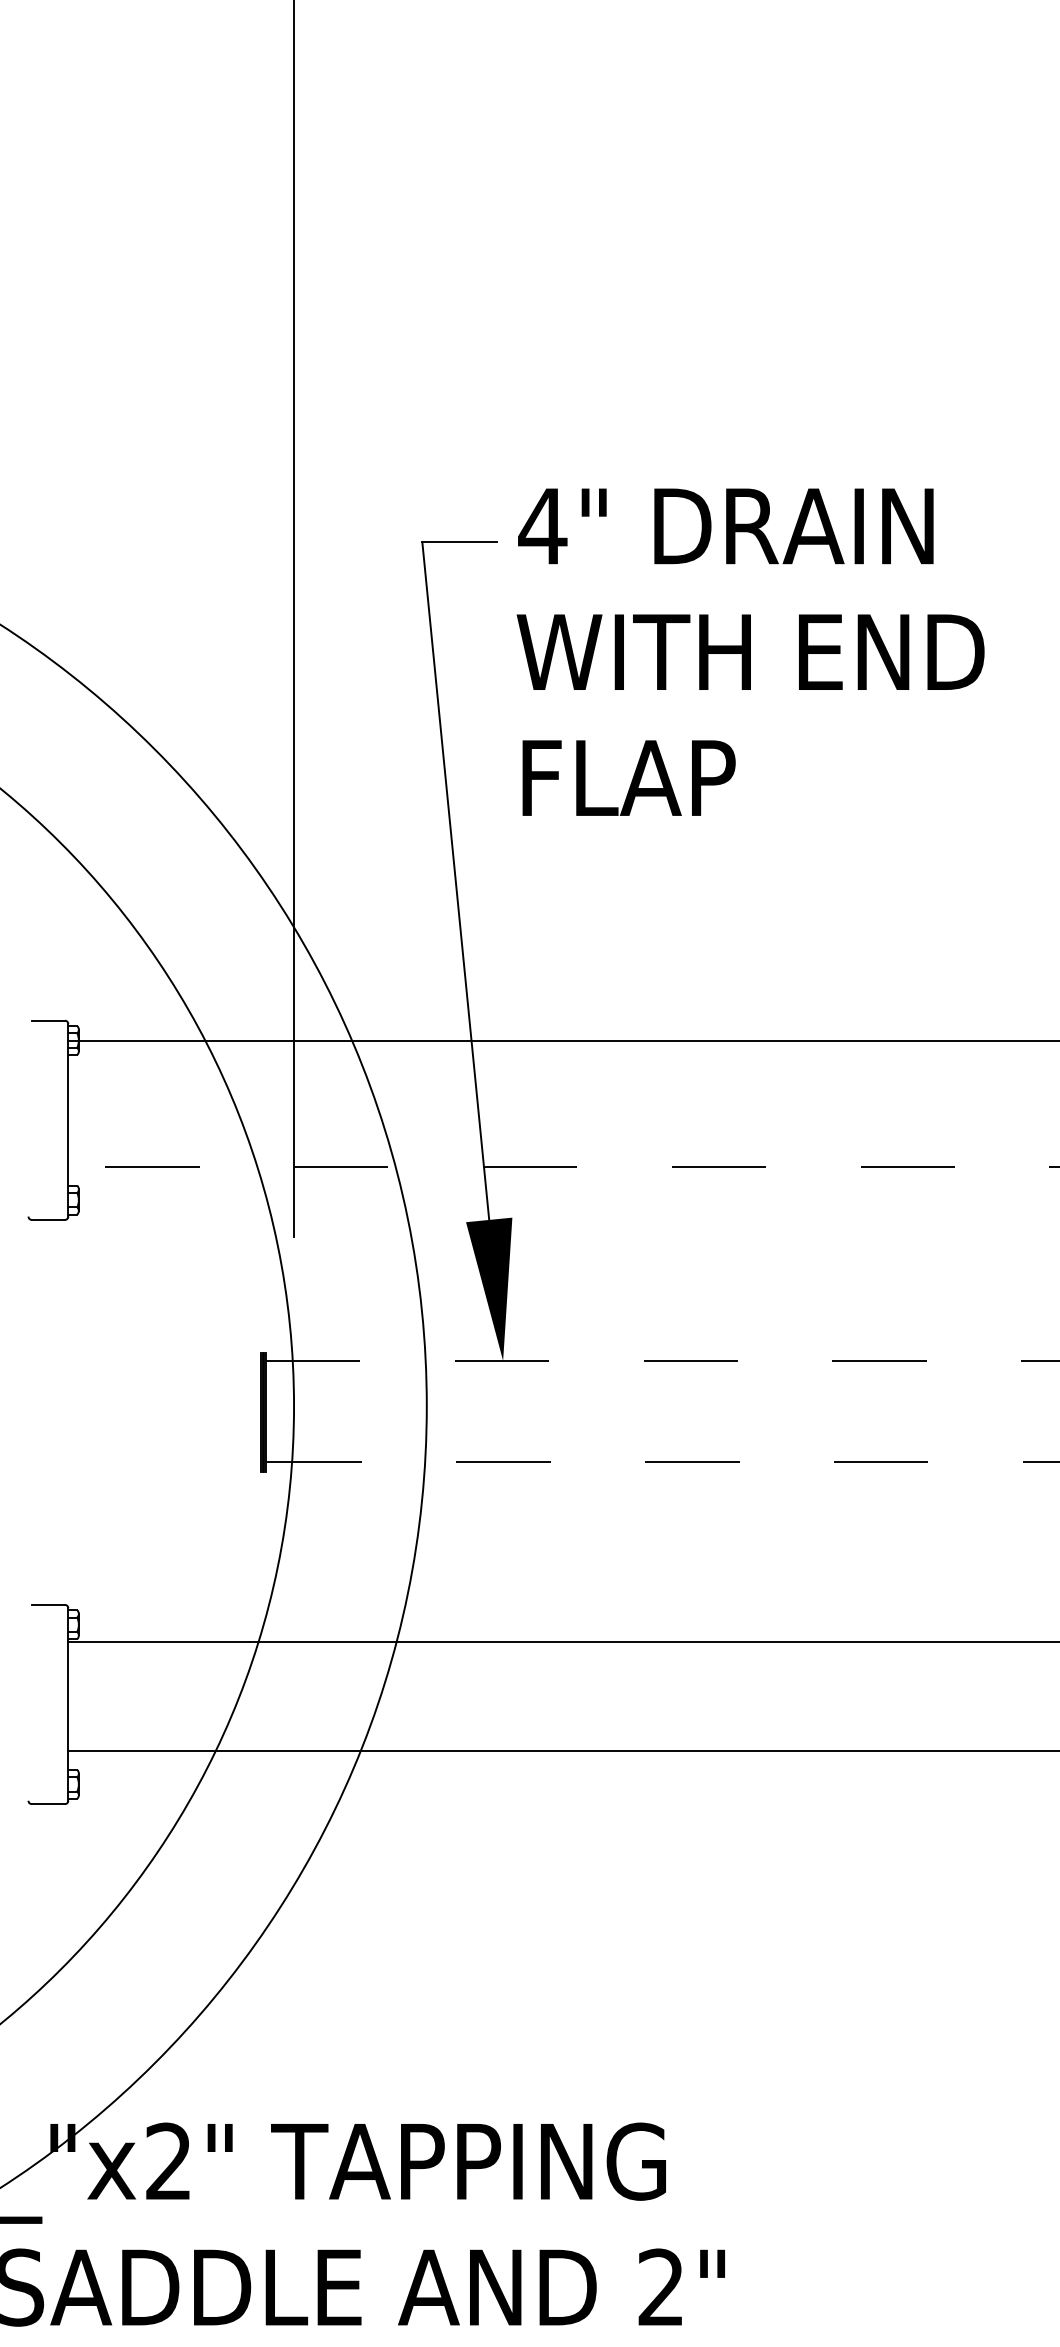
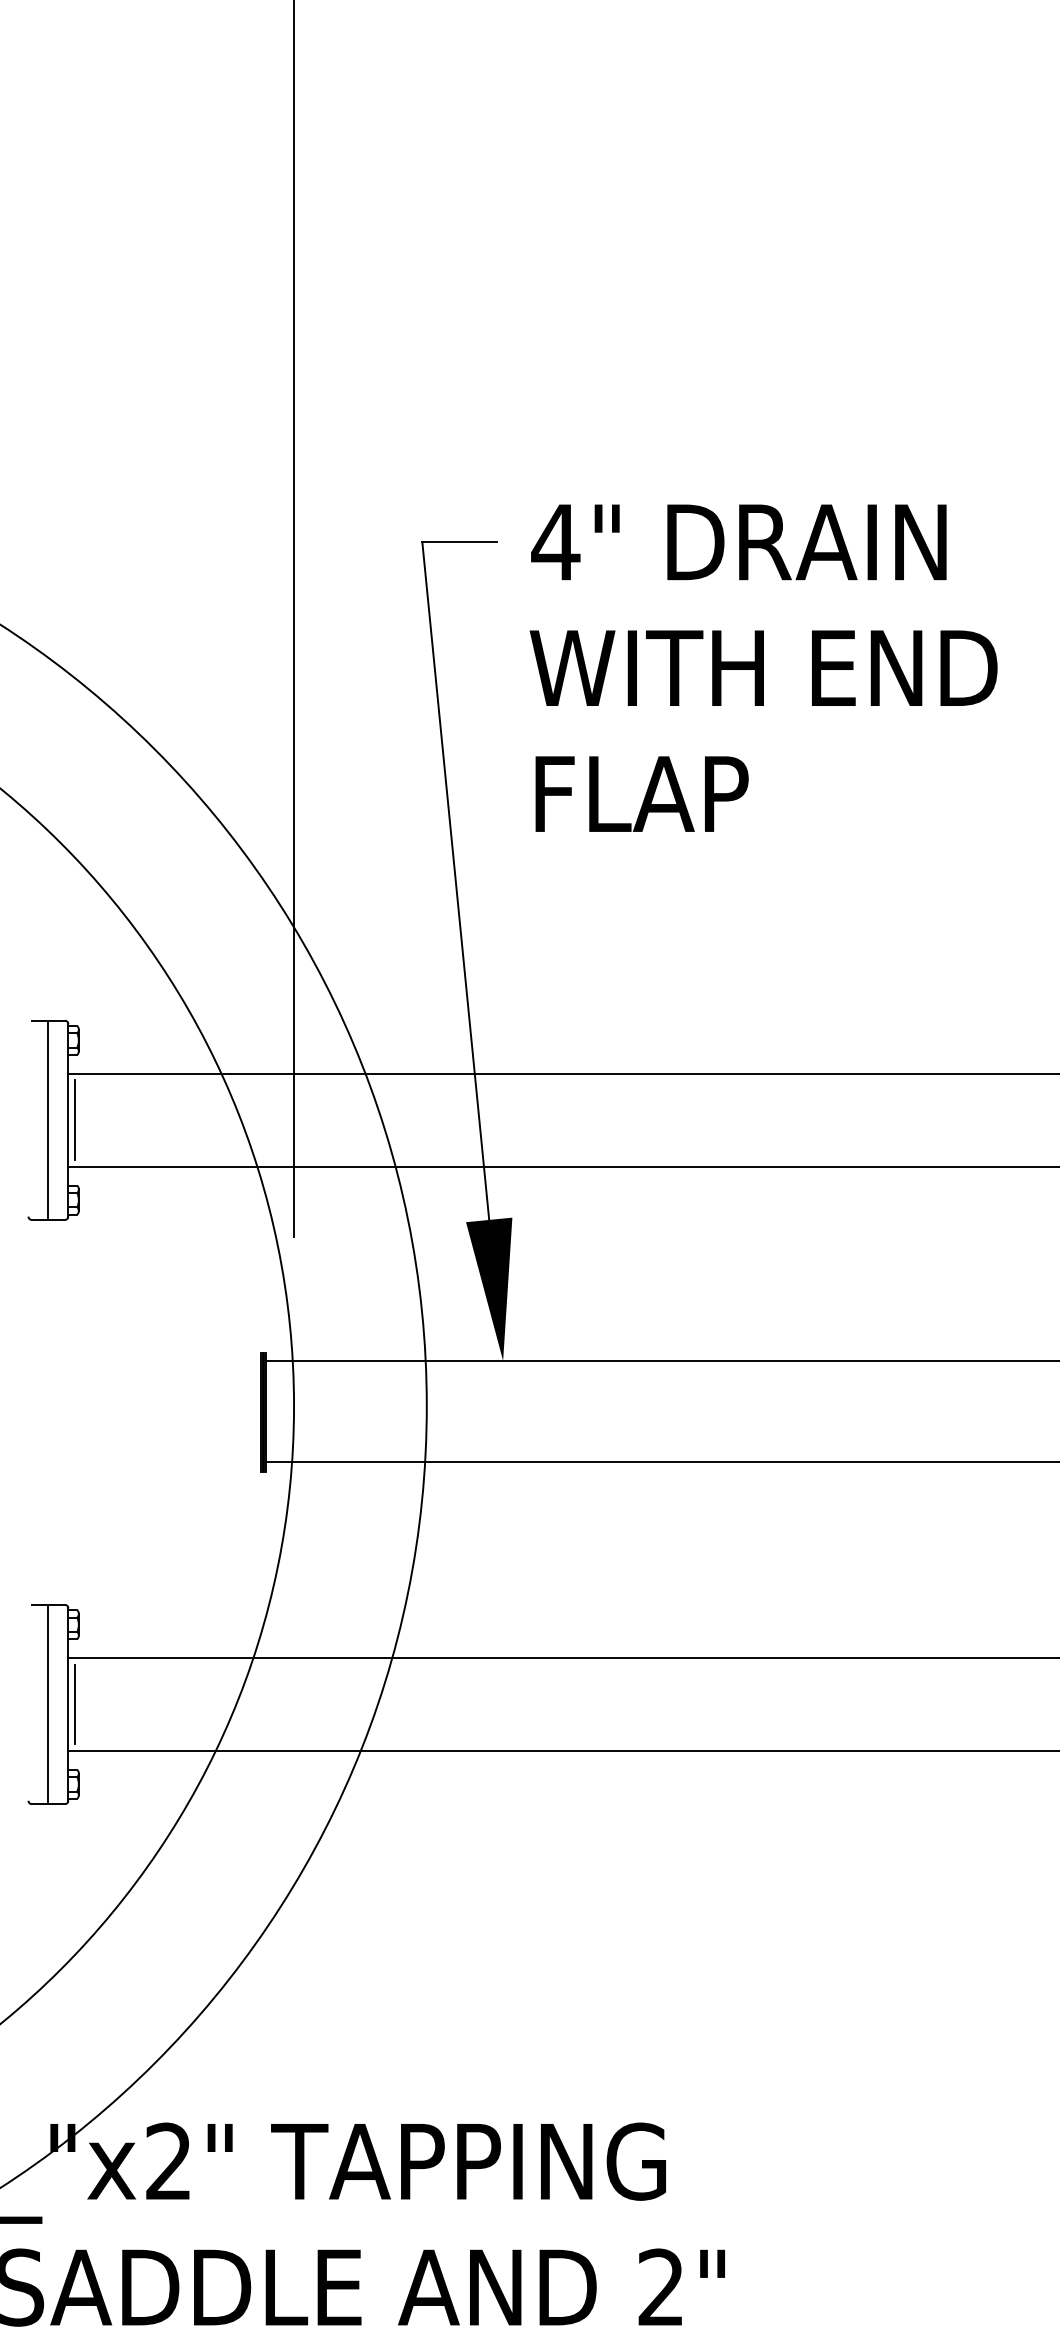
text at (750, 651) position: (750, 651) -> (763, 667)
line at (562, 1040) position: (562, 1040) -> (562, 1073)
line at (48, 1119): none -> present
line at (74, 1120): none -> present
line at (564, 1166): dashed -> solid
line at (662, 1360): dashed -> solid
line at (663, 1462): dashed -> solid
line at (562, 1641) position: (562, 1641) -> (562, 1657)
line at (48, 1704): none -> present
line at (74, 1704): none -> present
